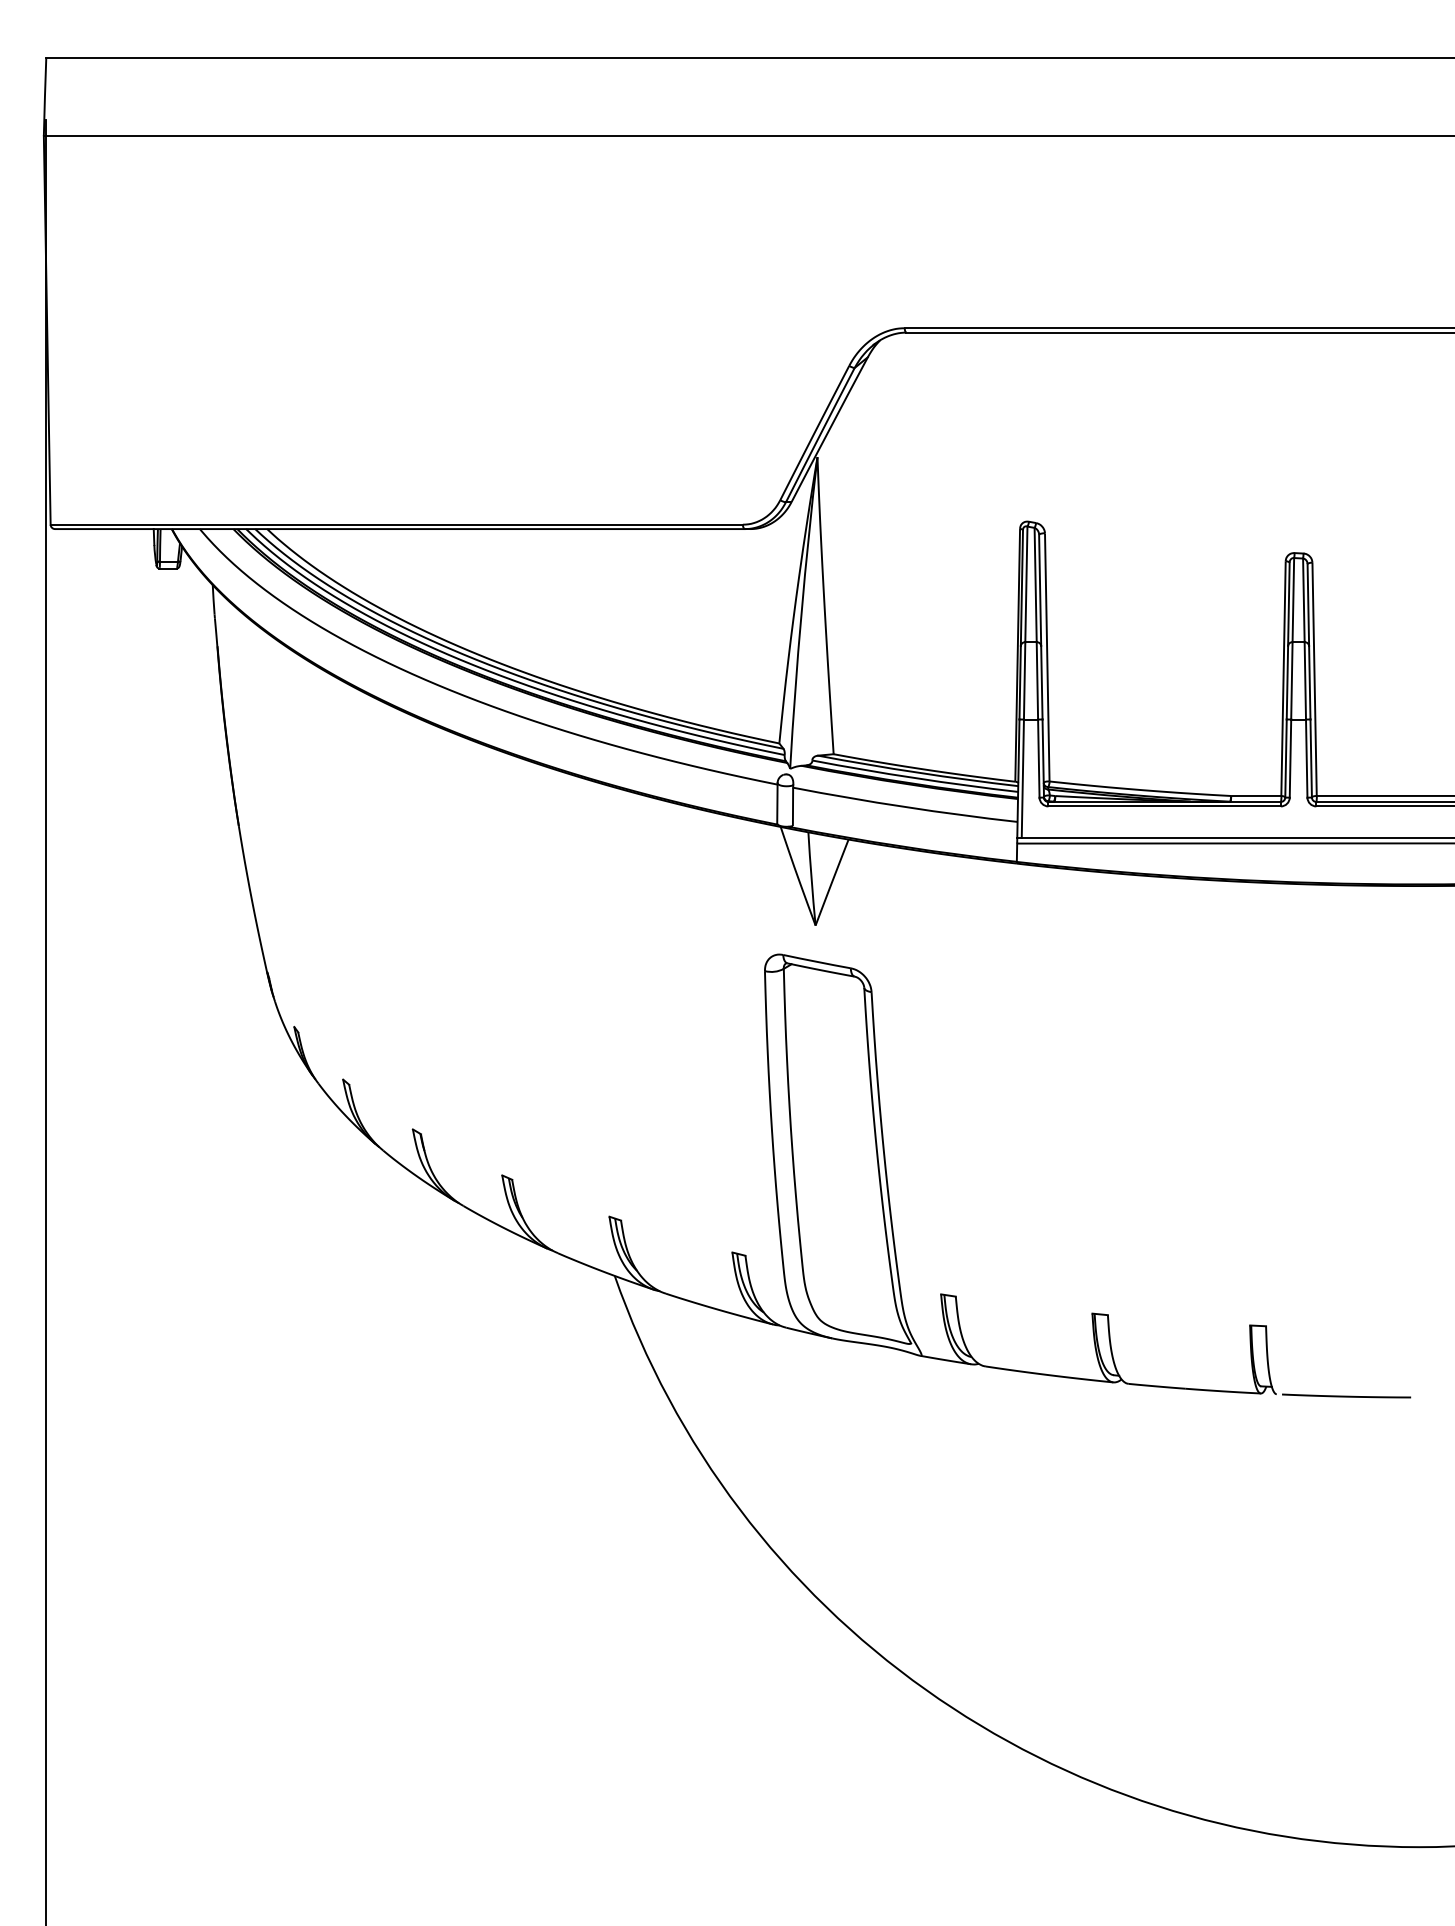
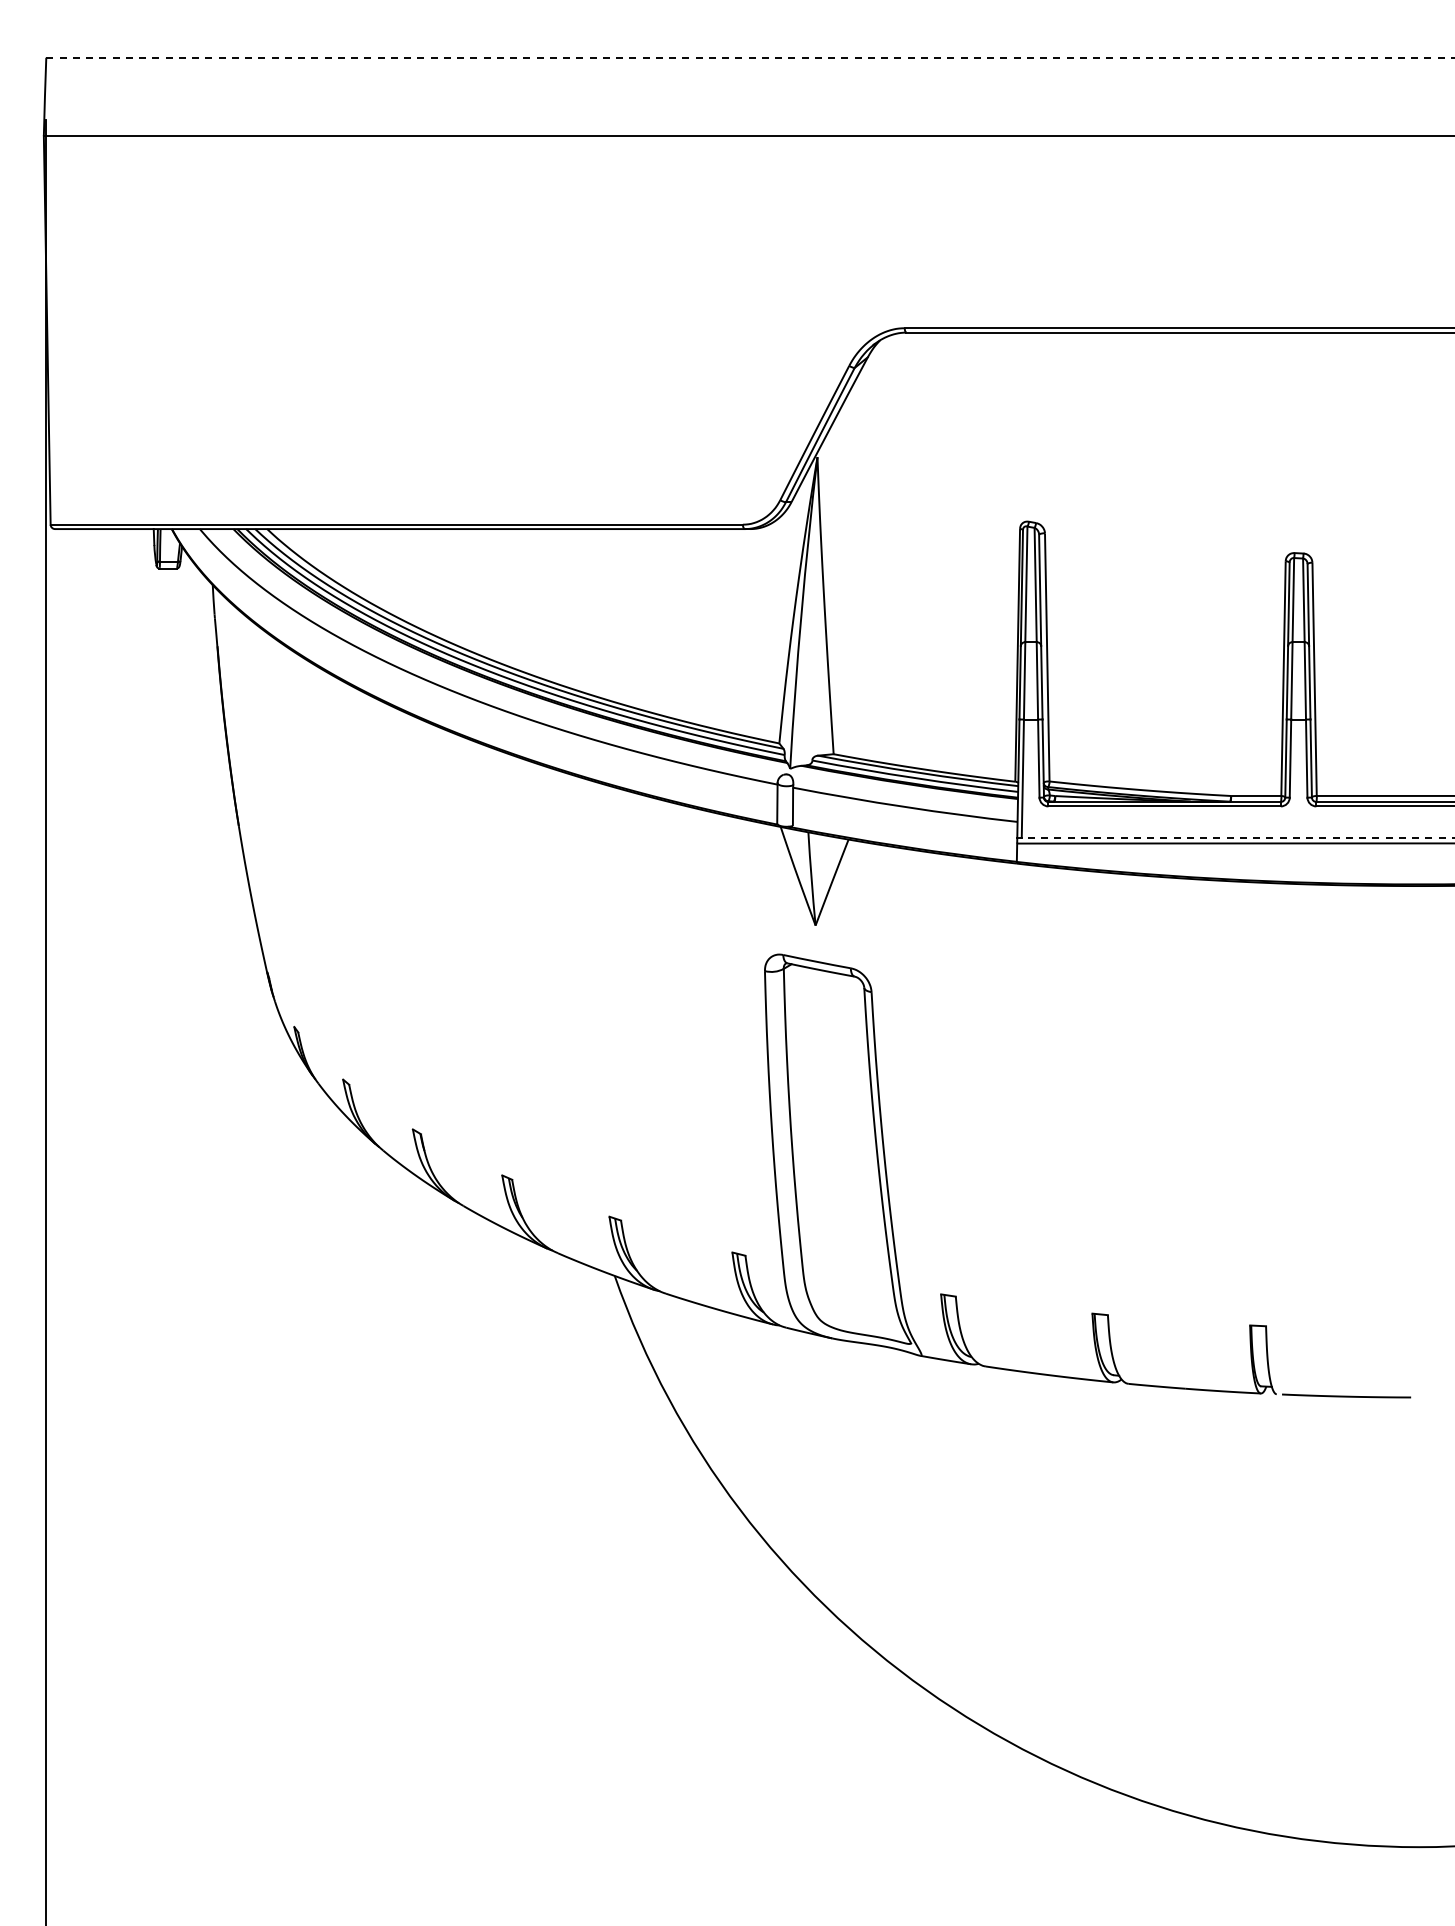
line at (750, 57): solid -> dashed
line at (1237, 837): solid -> dashed
